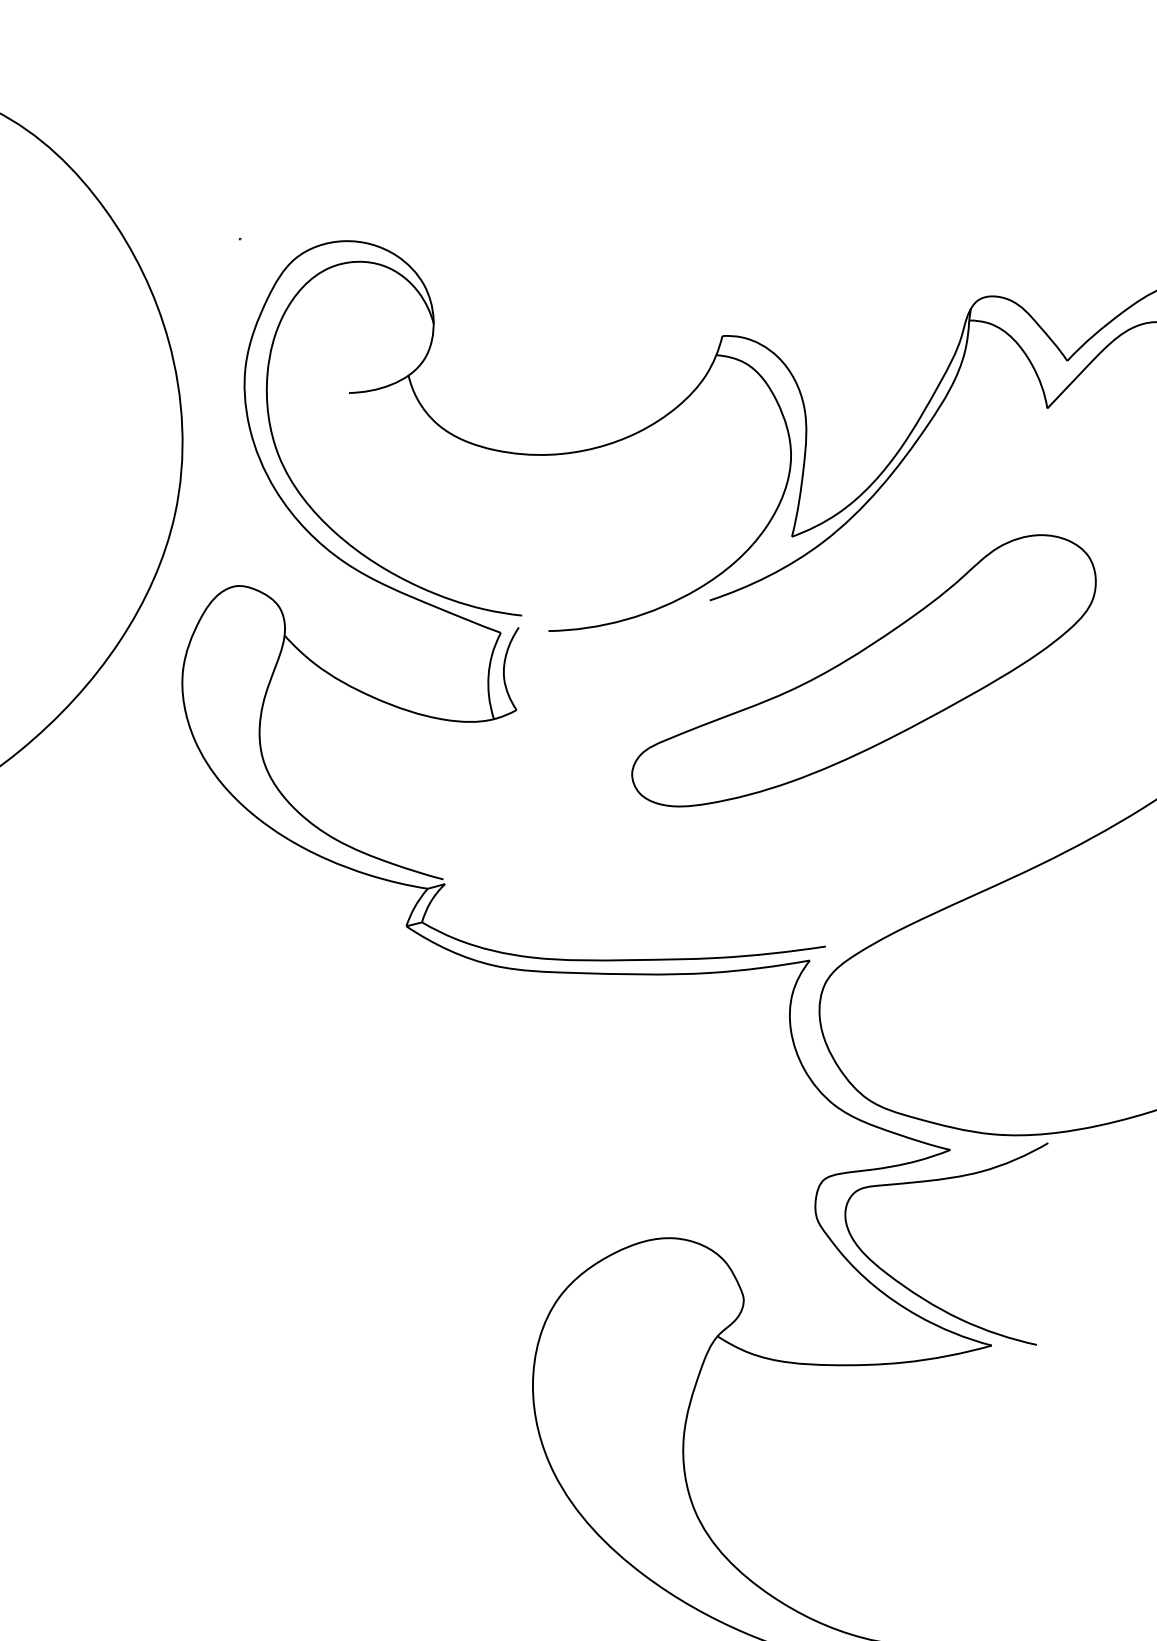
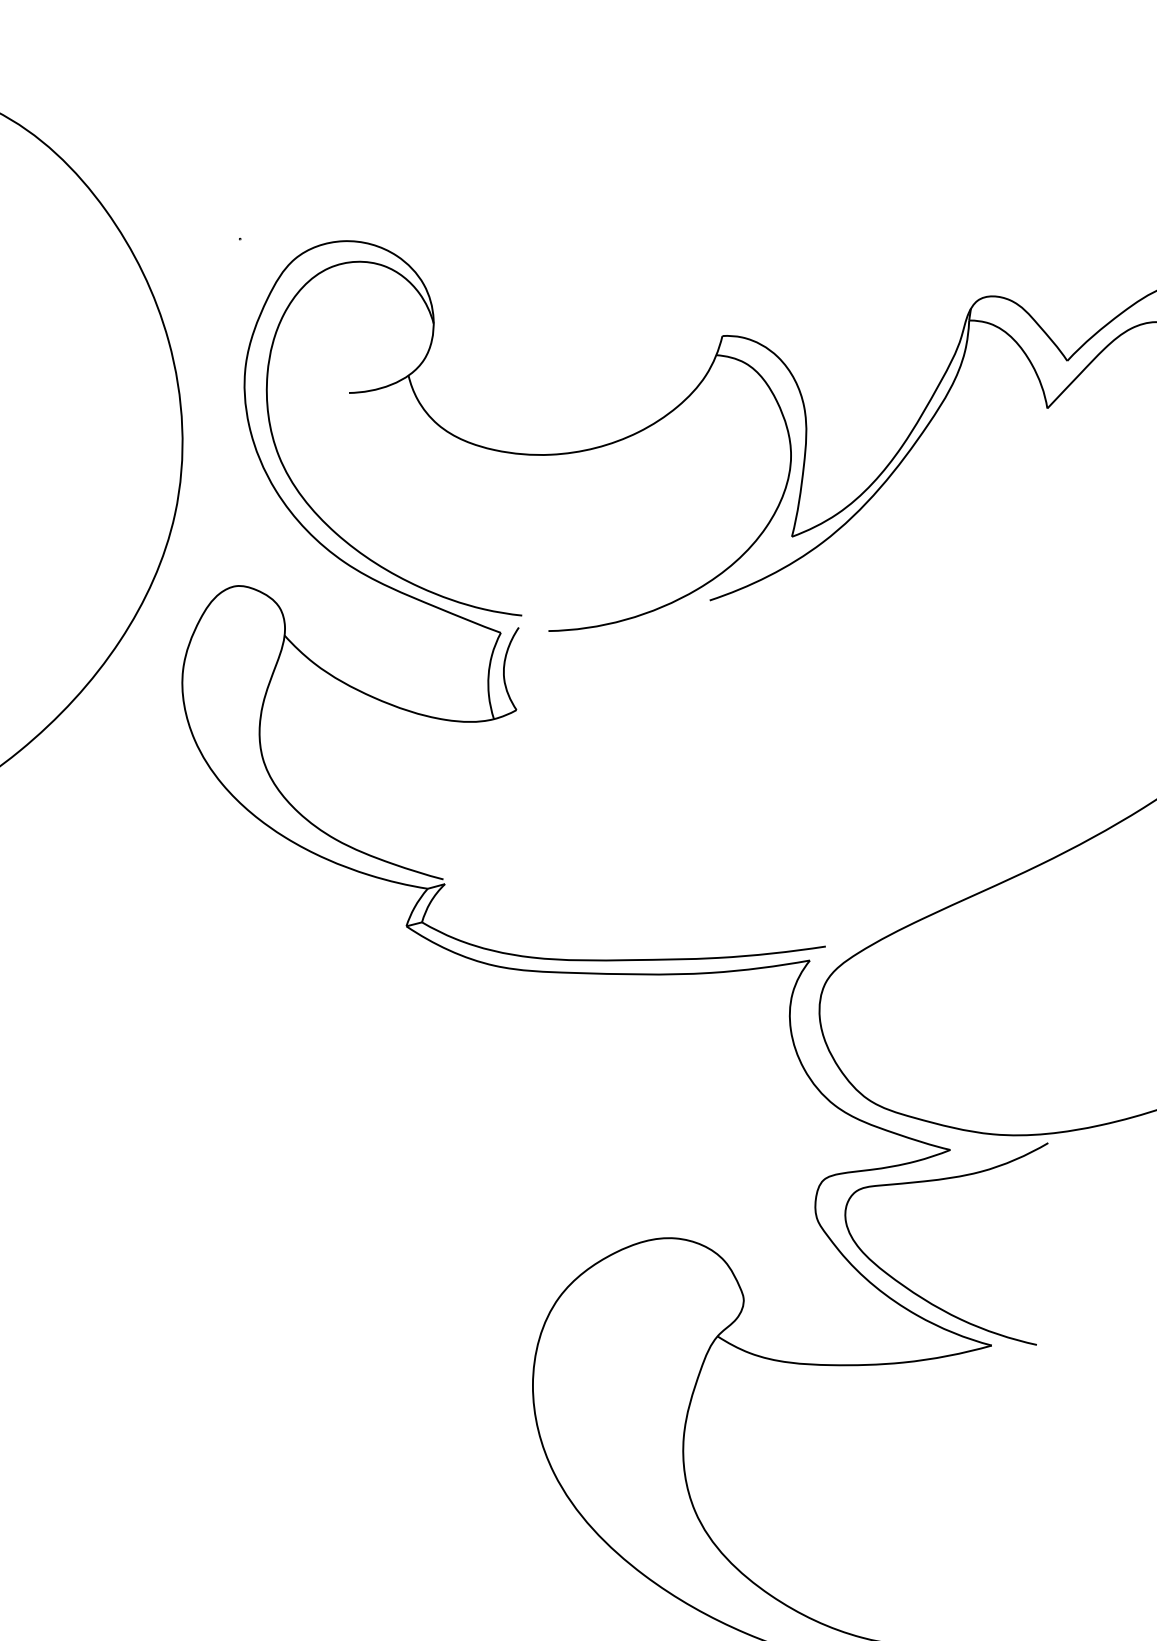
part at (863, 670): present -> none
